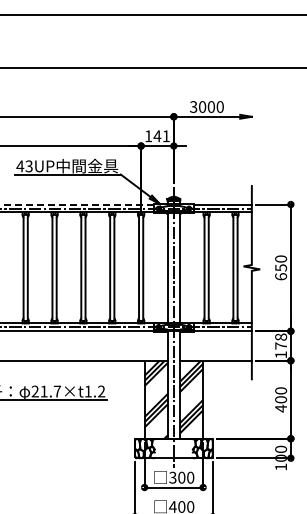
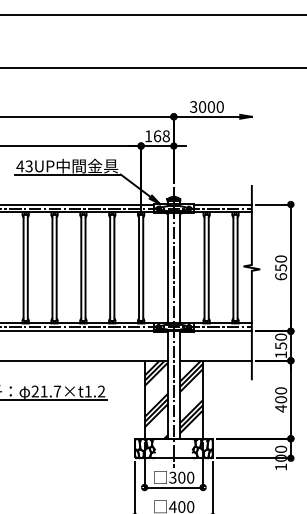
text at (161, 136): 141 -> 168
line at (77, 204): dashed -> solid
text at (281, 341): 178 -> 150
